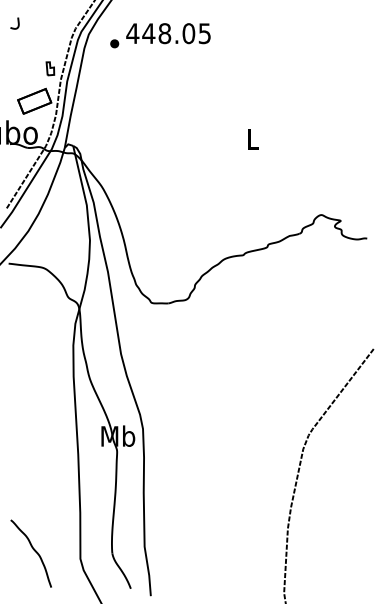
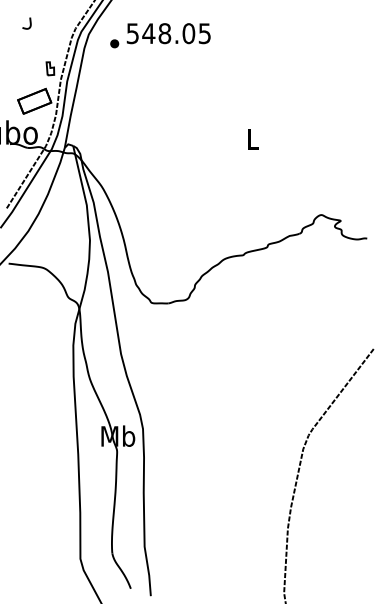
curve at (17, 23) position: (17, 23) -> (29, 23)
text at (132, 33): 448.05 -> 548.05
curve at (33, 550): present -> none
